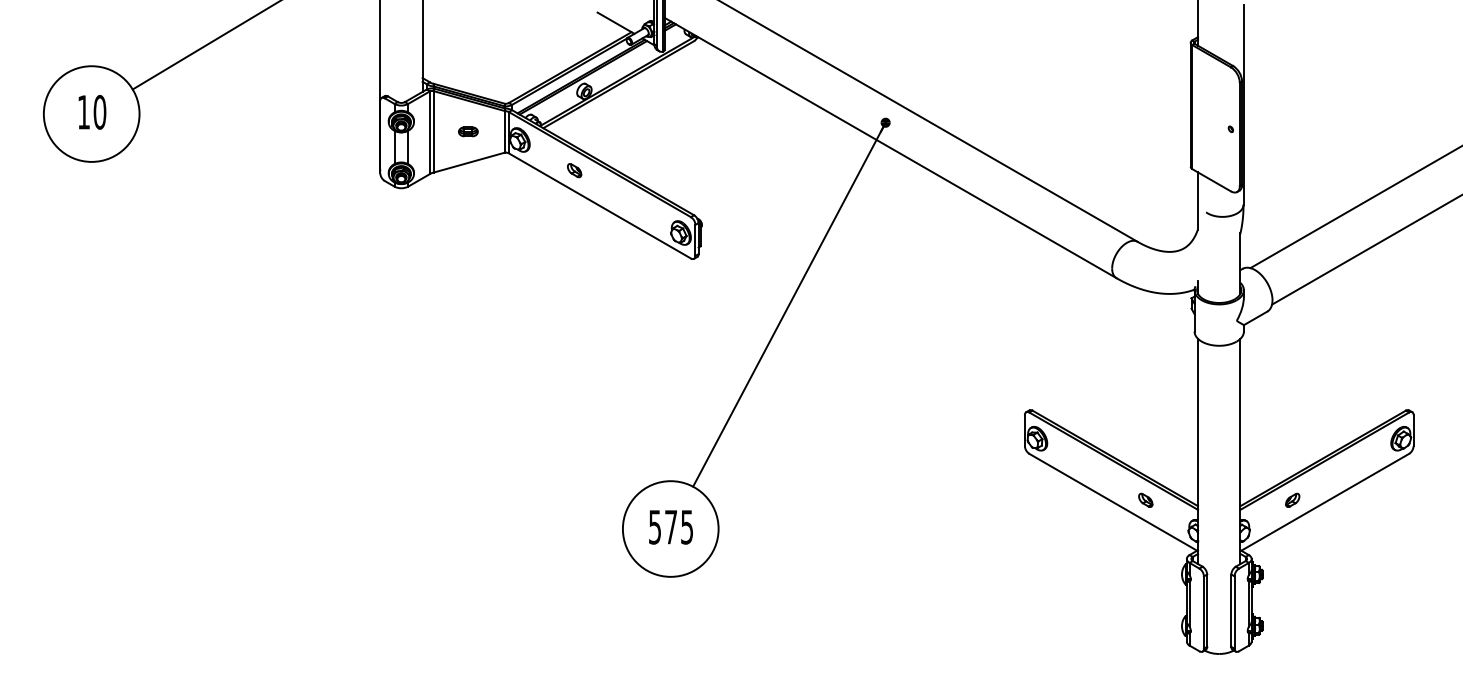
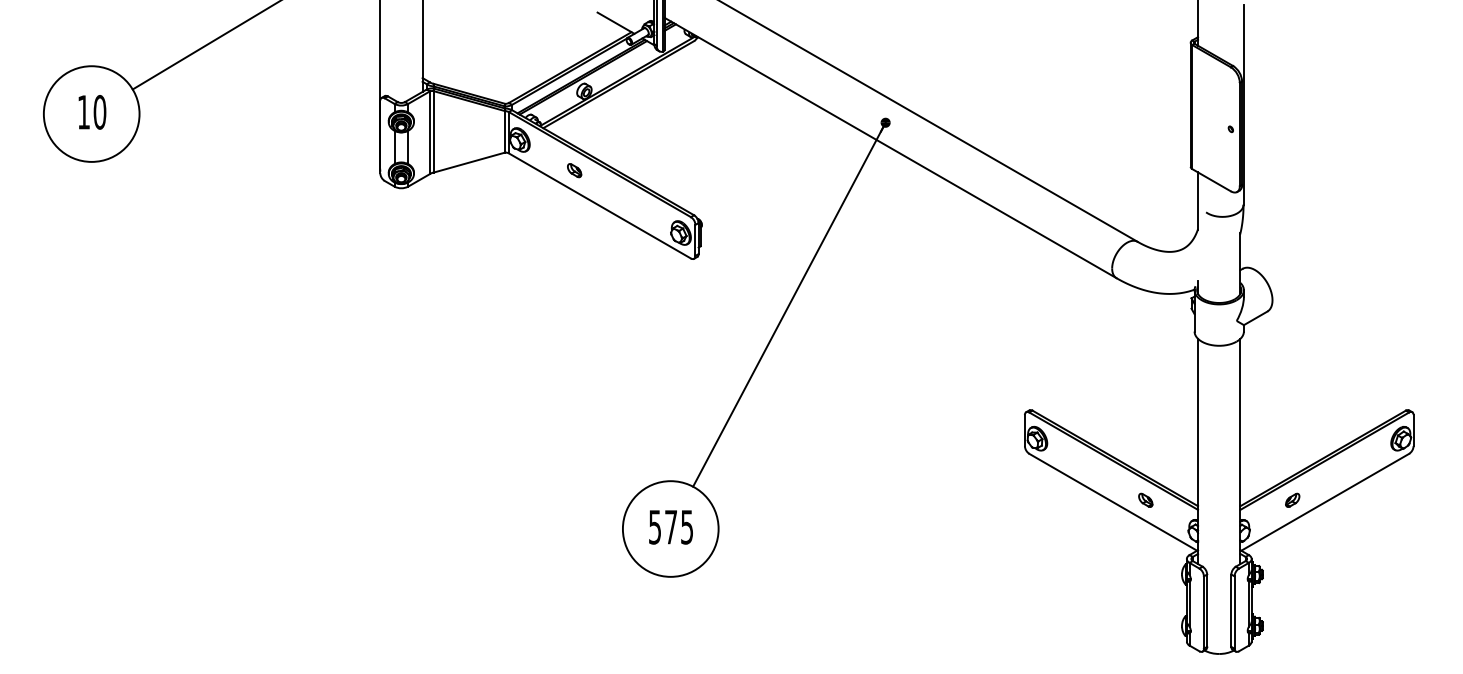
part at (468, 131): present -> none
line at (1354, 207): present -> none
line at (1365, 250): present -> none
